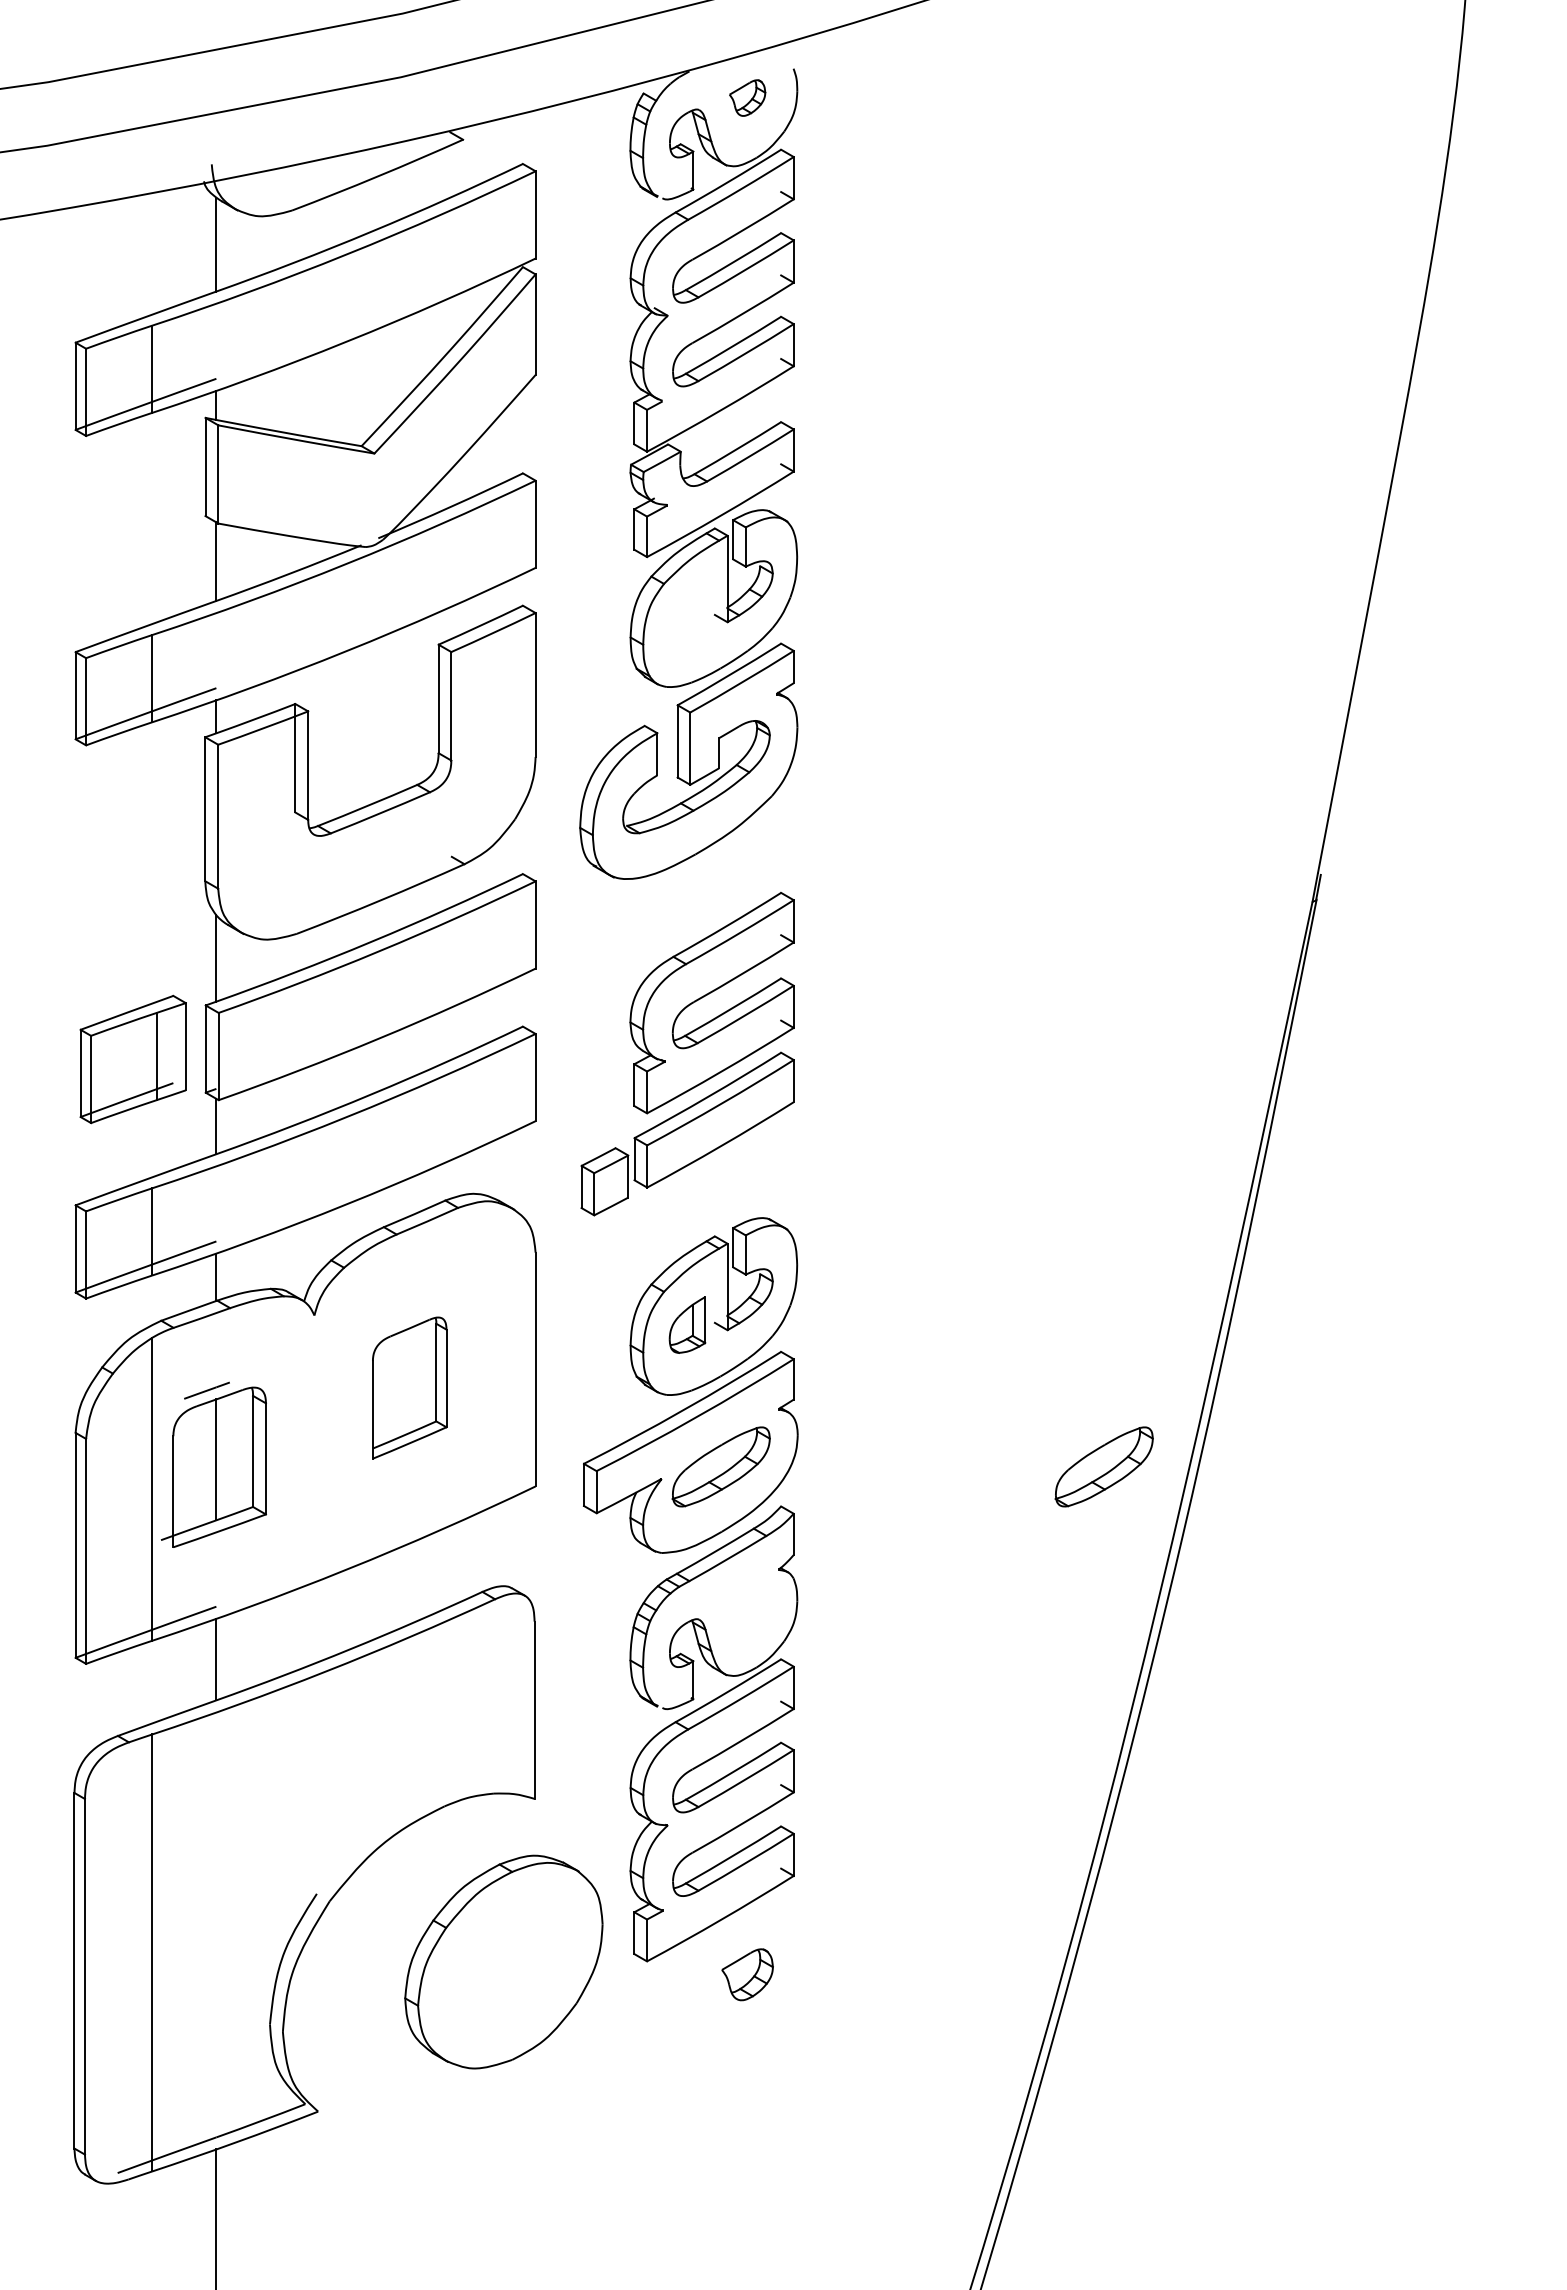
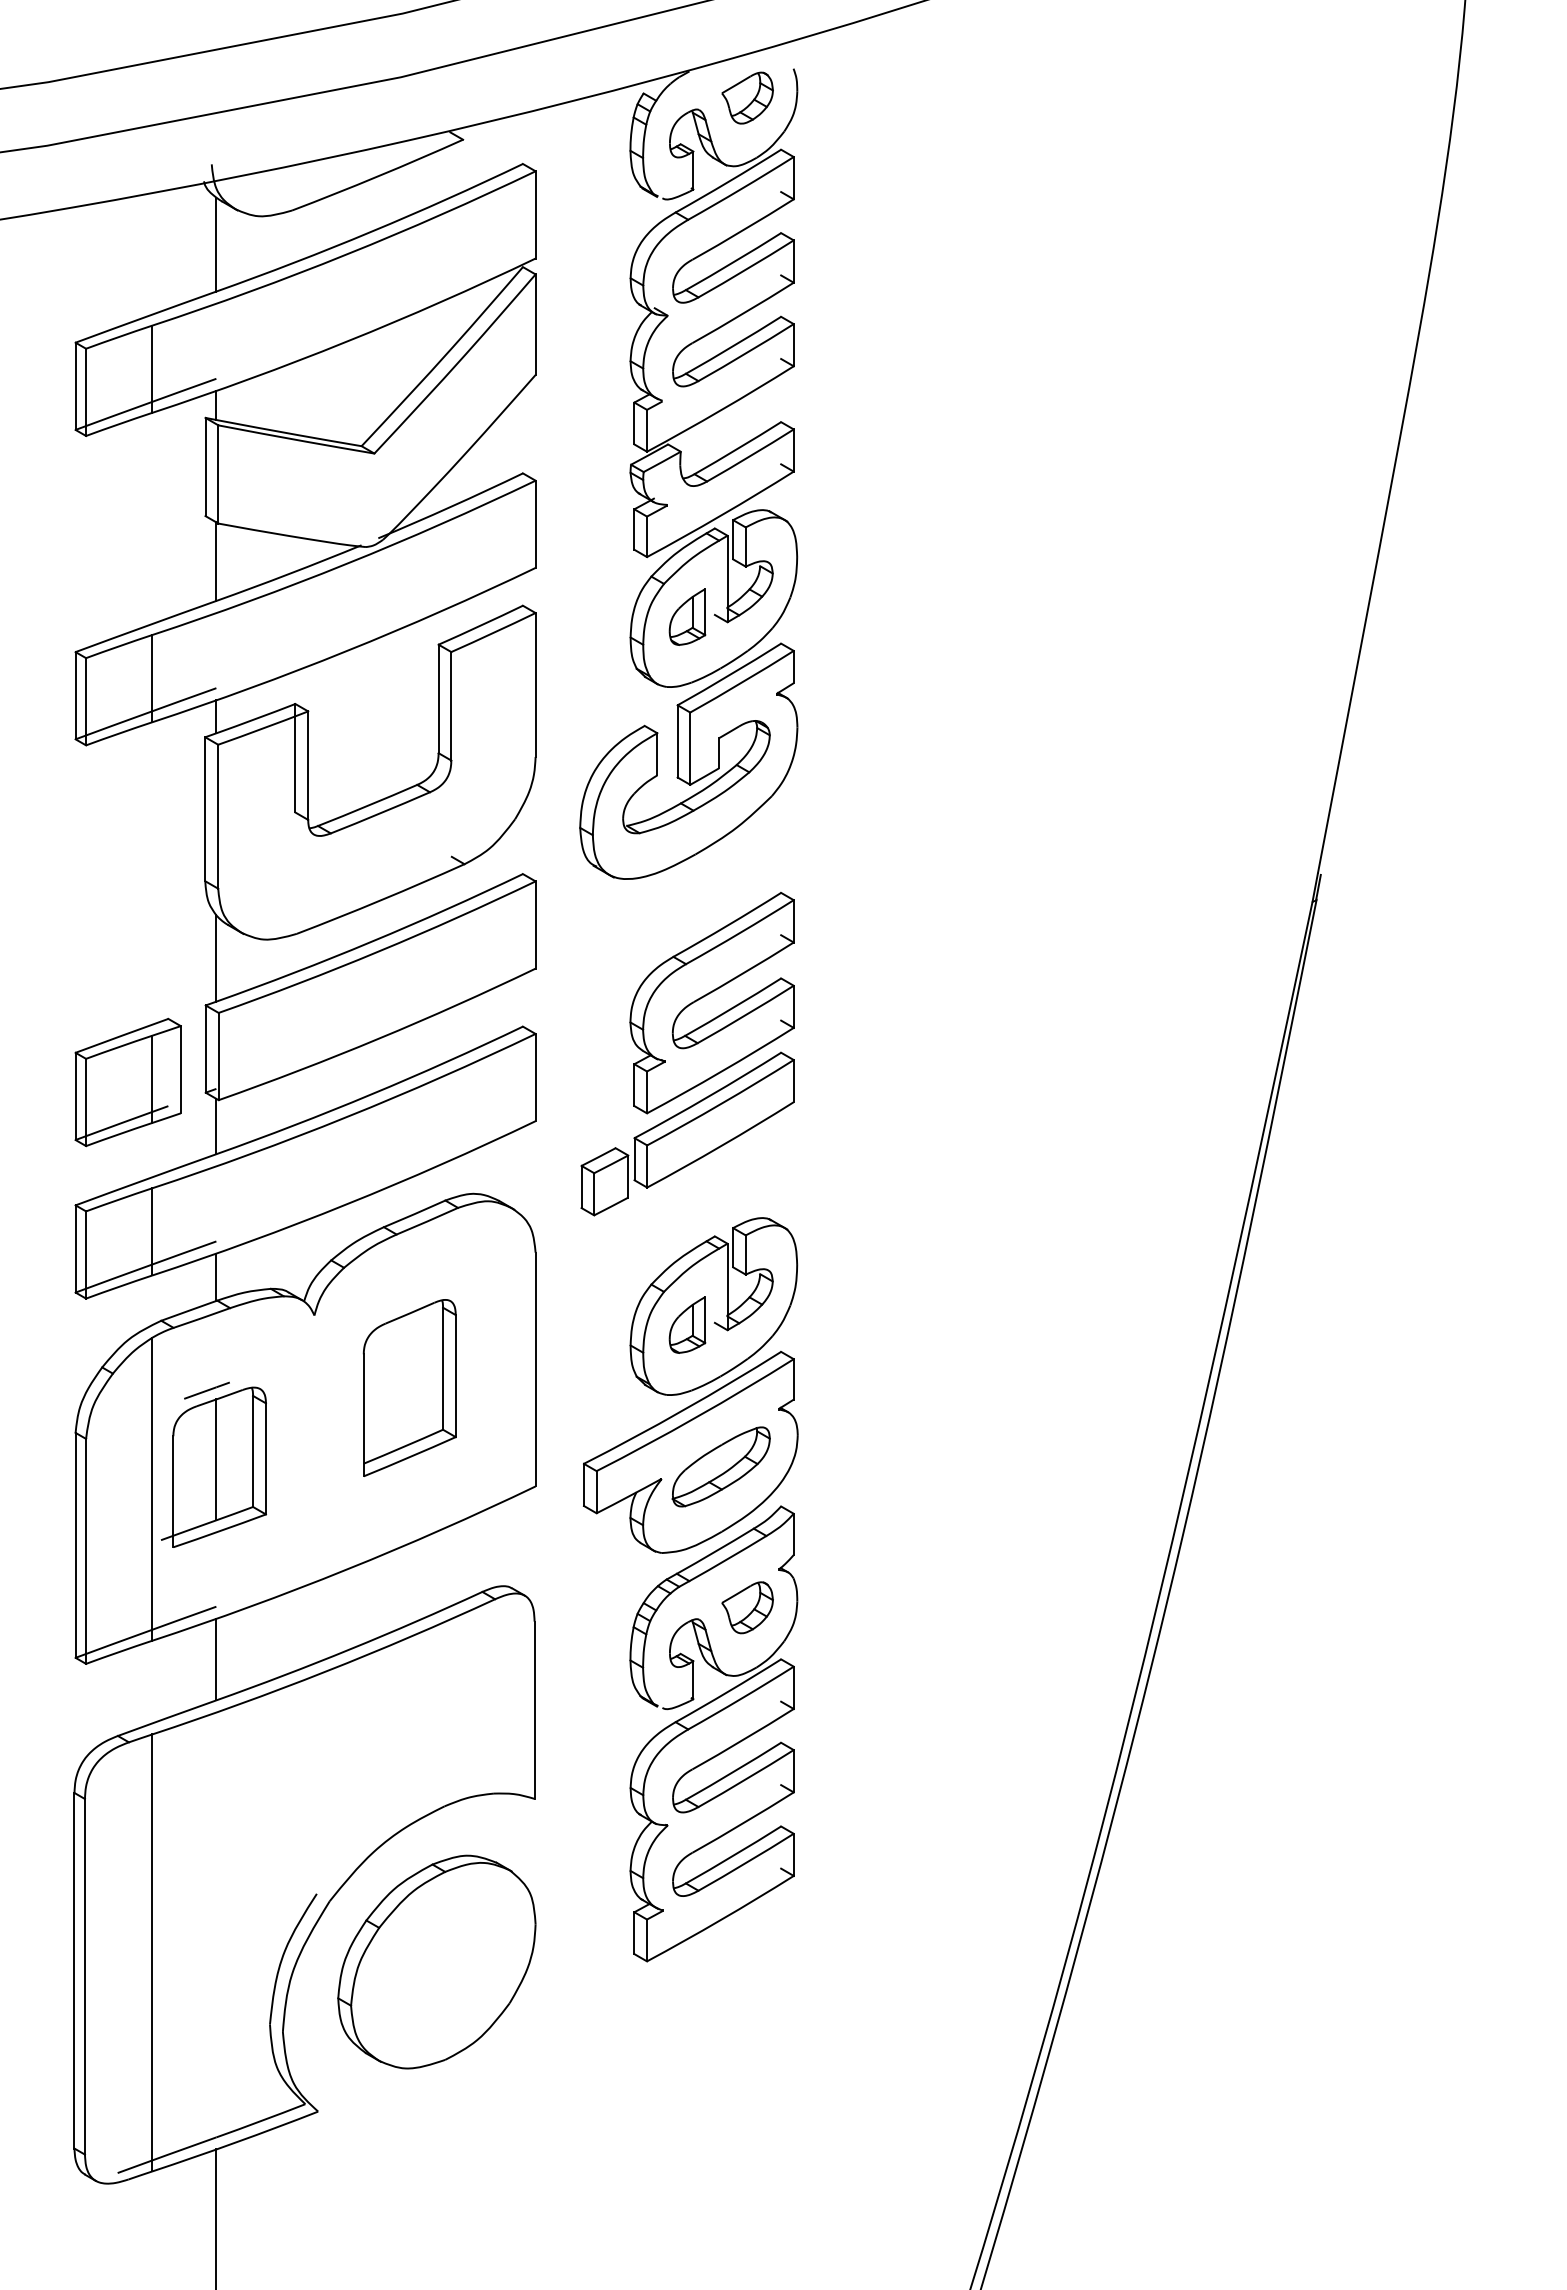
part at (747, 97) size: 38x38 px -> 53x54 px
part at (687, 616): none -> present
part at (132, 1059) position: (132, 1059) -> (127, 1082)
part at (409, 1387) size: 76x144 px -> 95x178 px
part at (1103, 1466): present -> none
part at (503, 1961) position: (503, 1961) -> (436, 1961)
part at (747, 1974) position: (747, 1974) -> (747, 1607)
